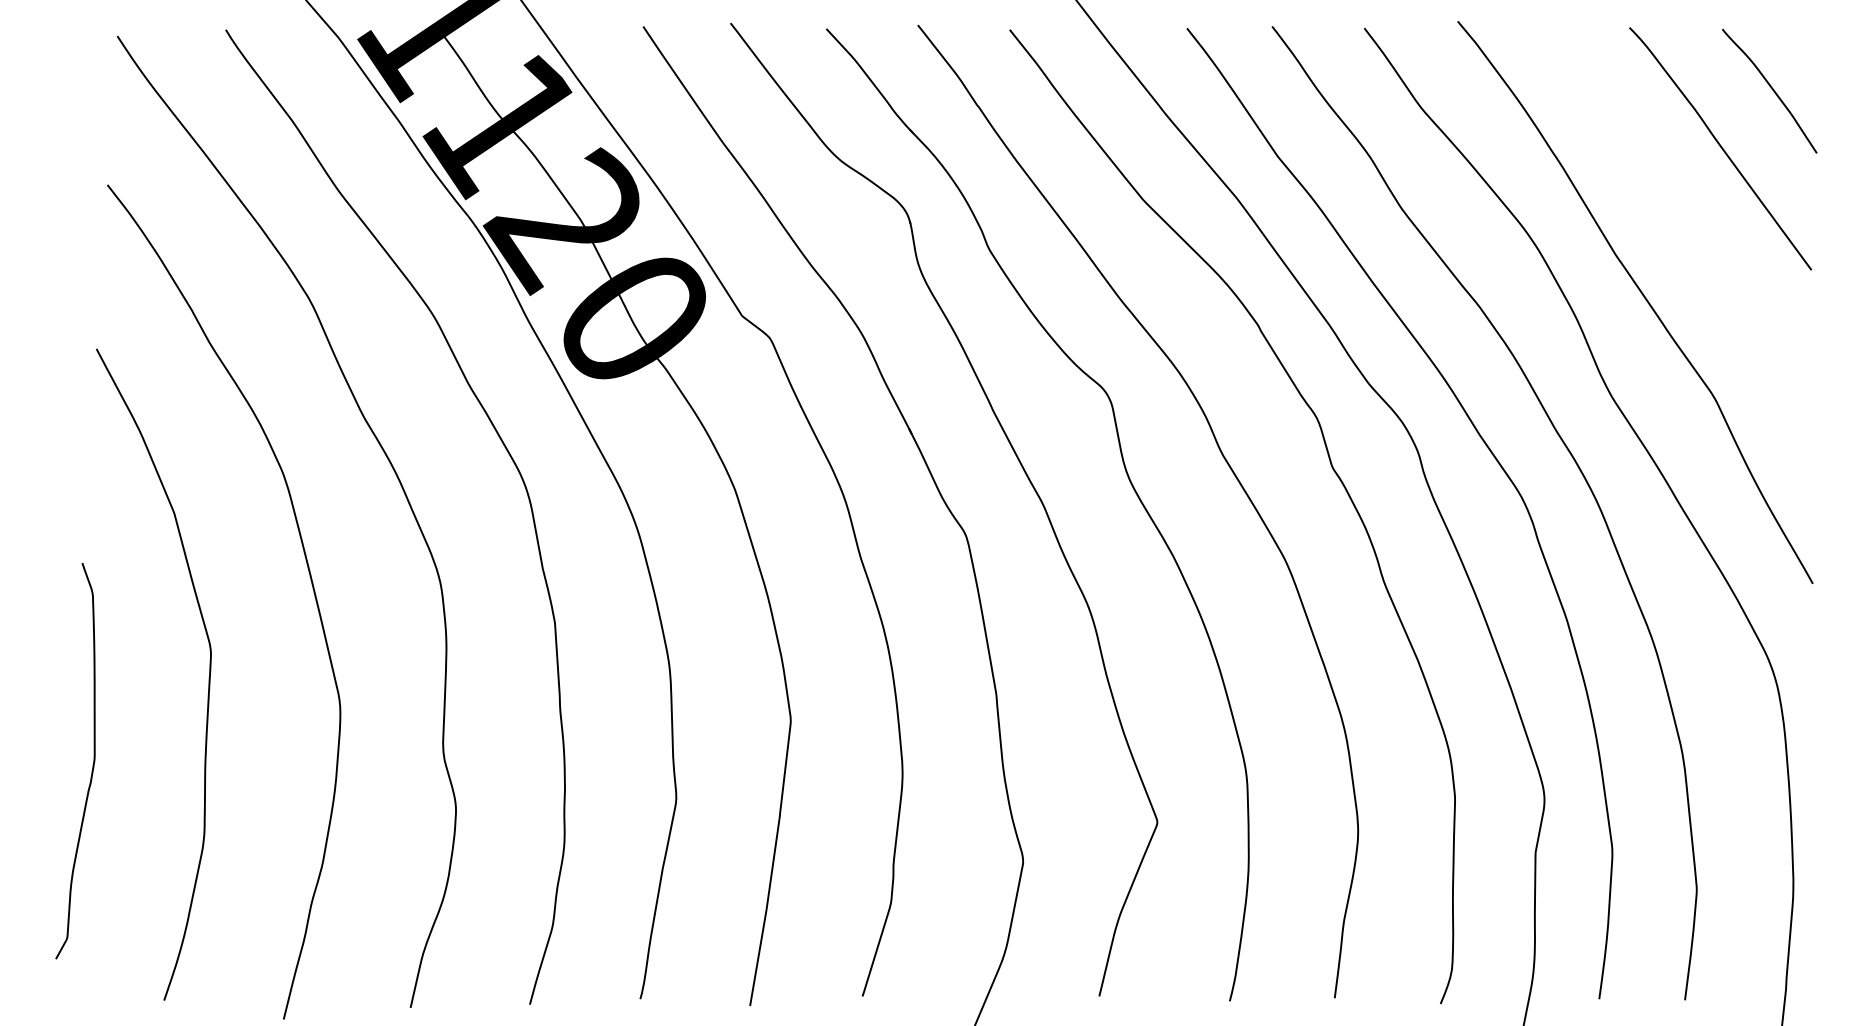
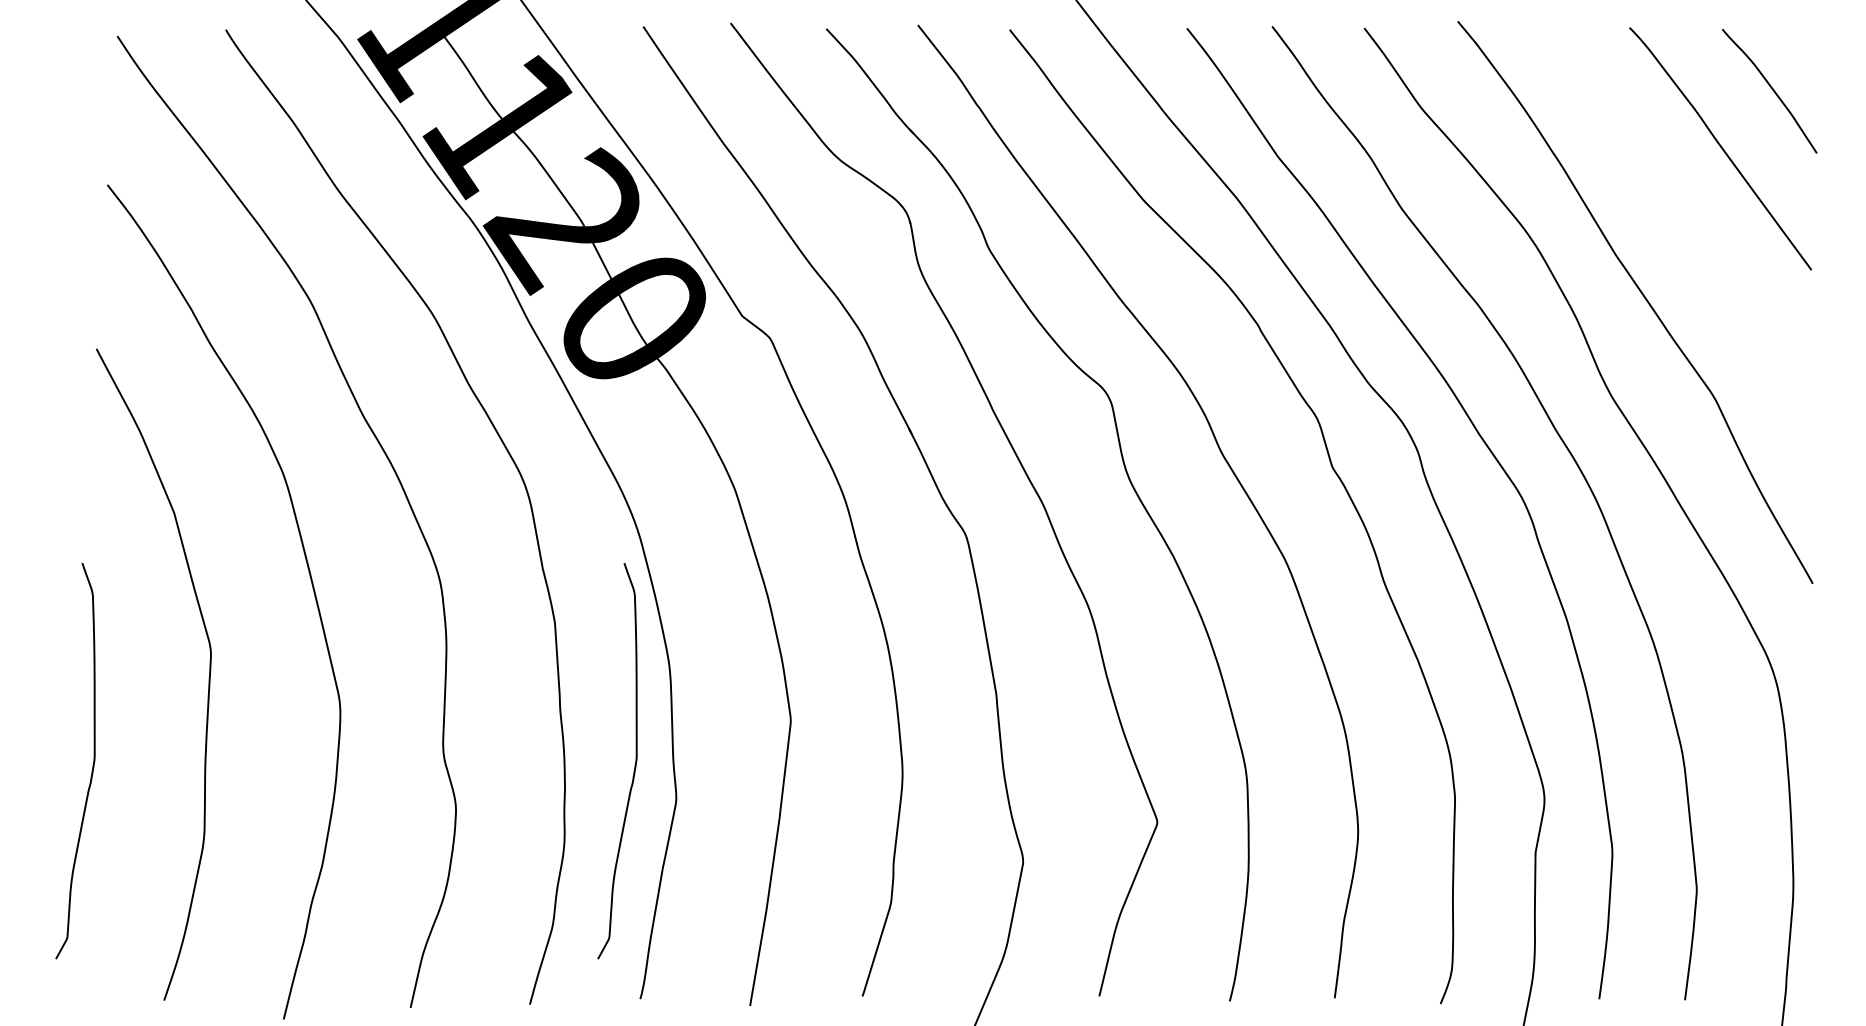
curve at (634, 764): none -> present
